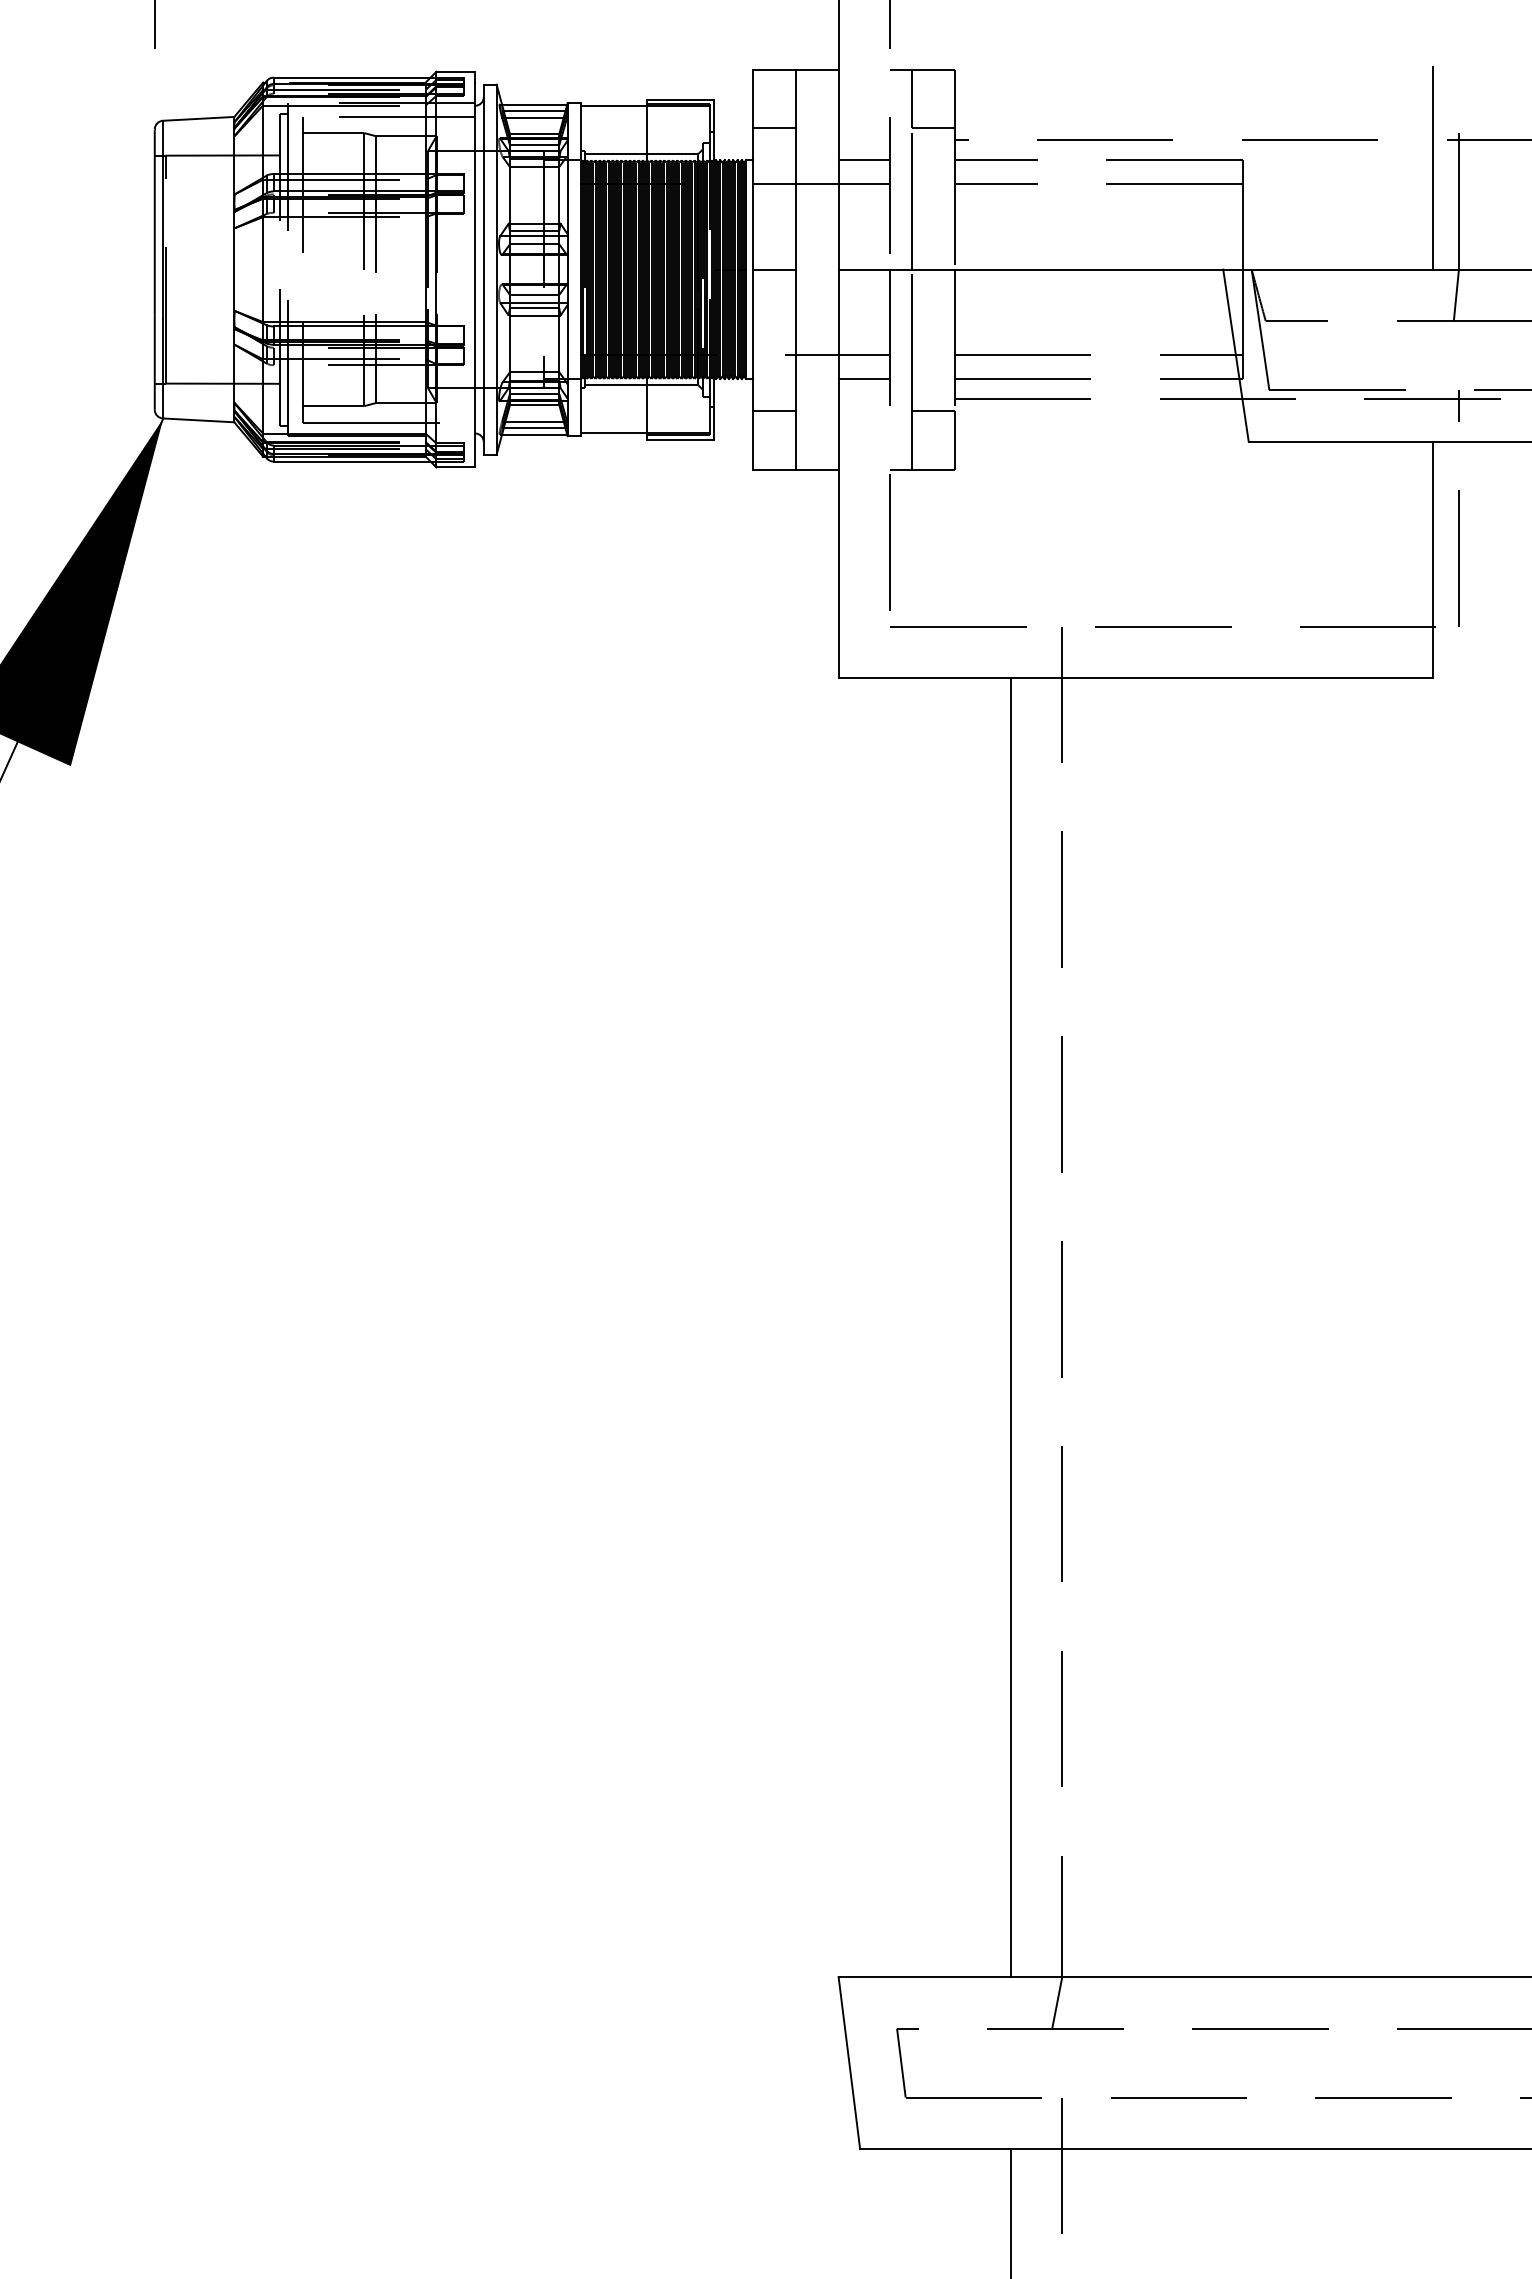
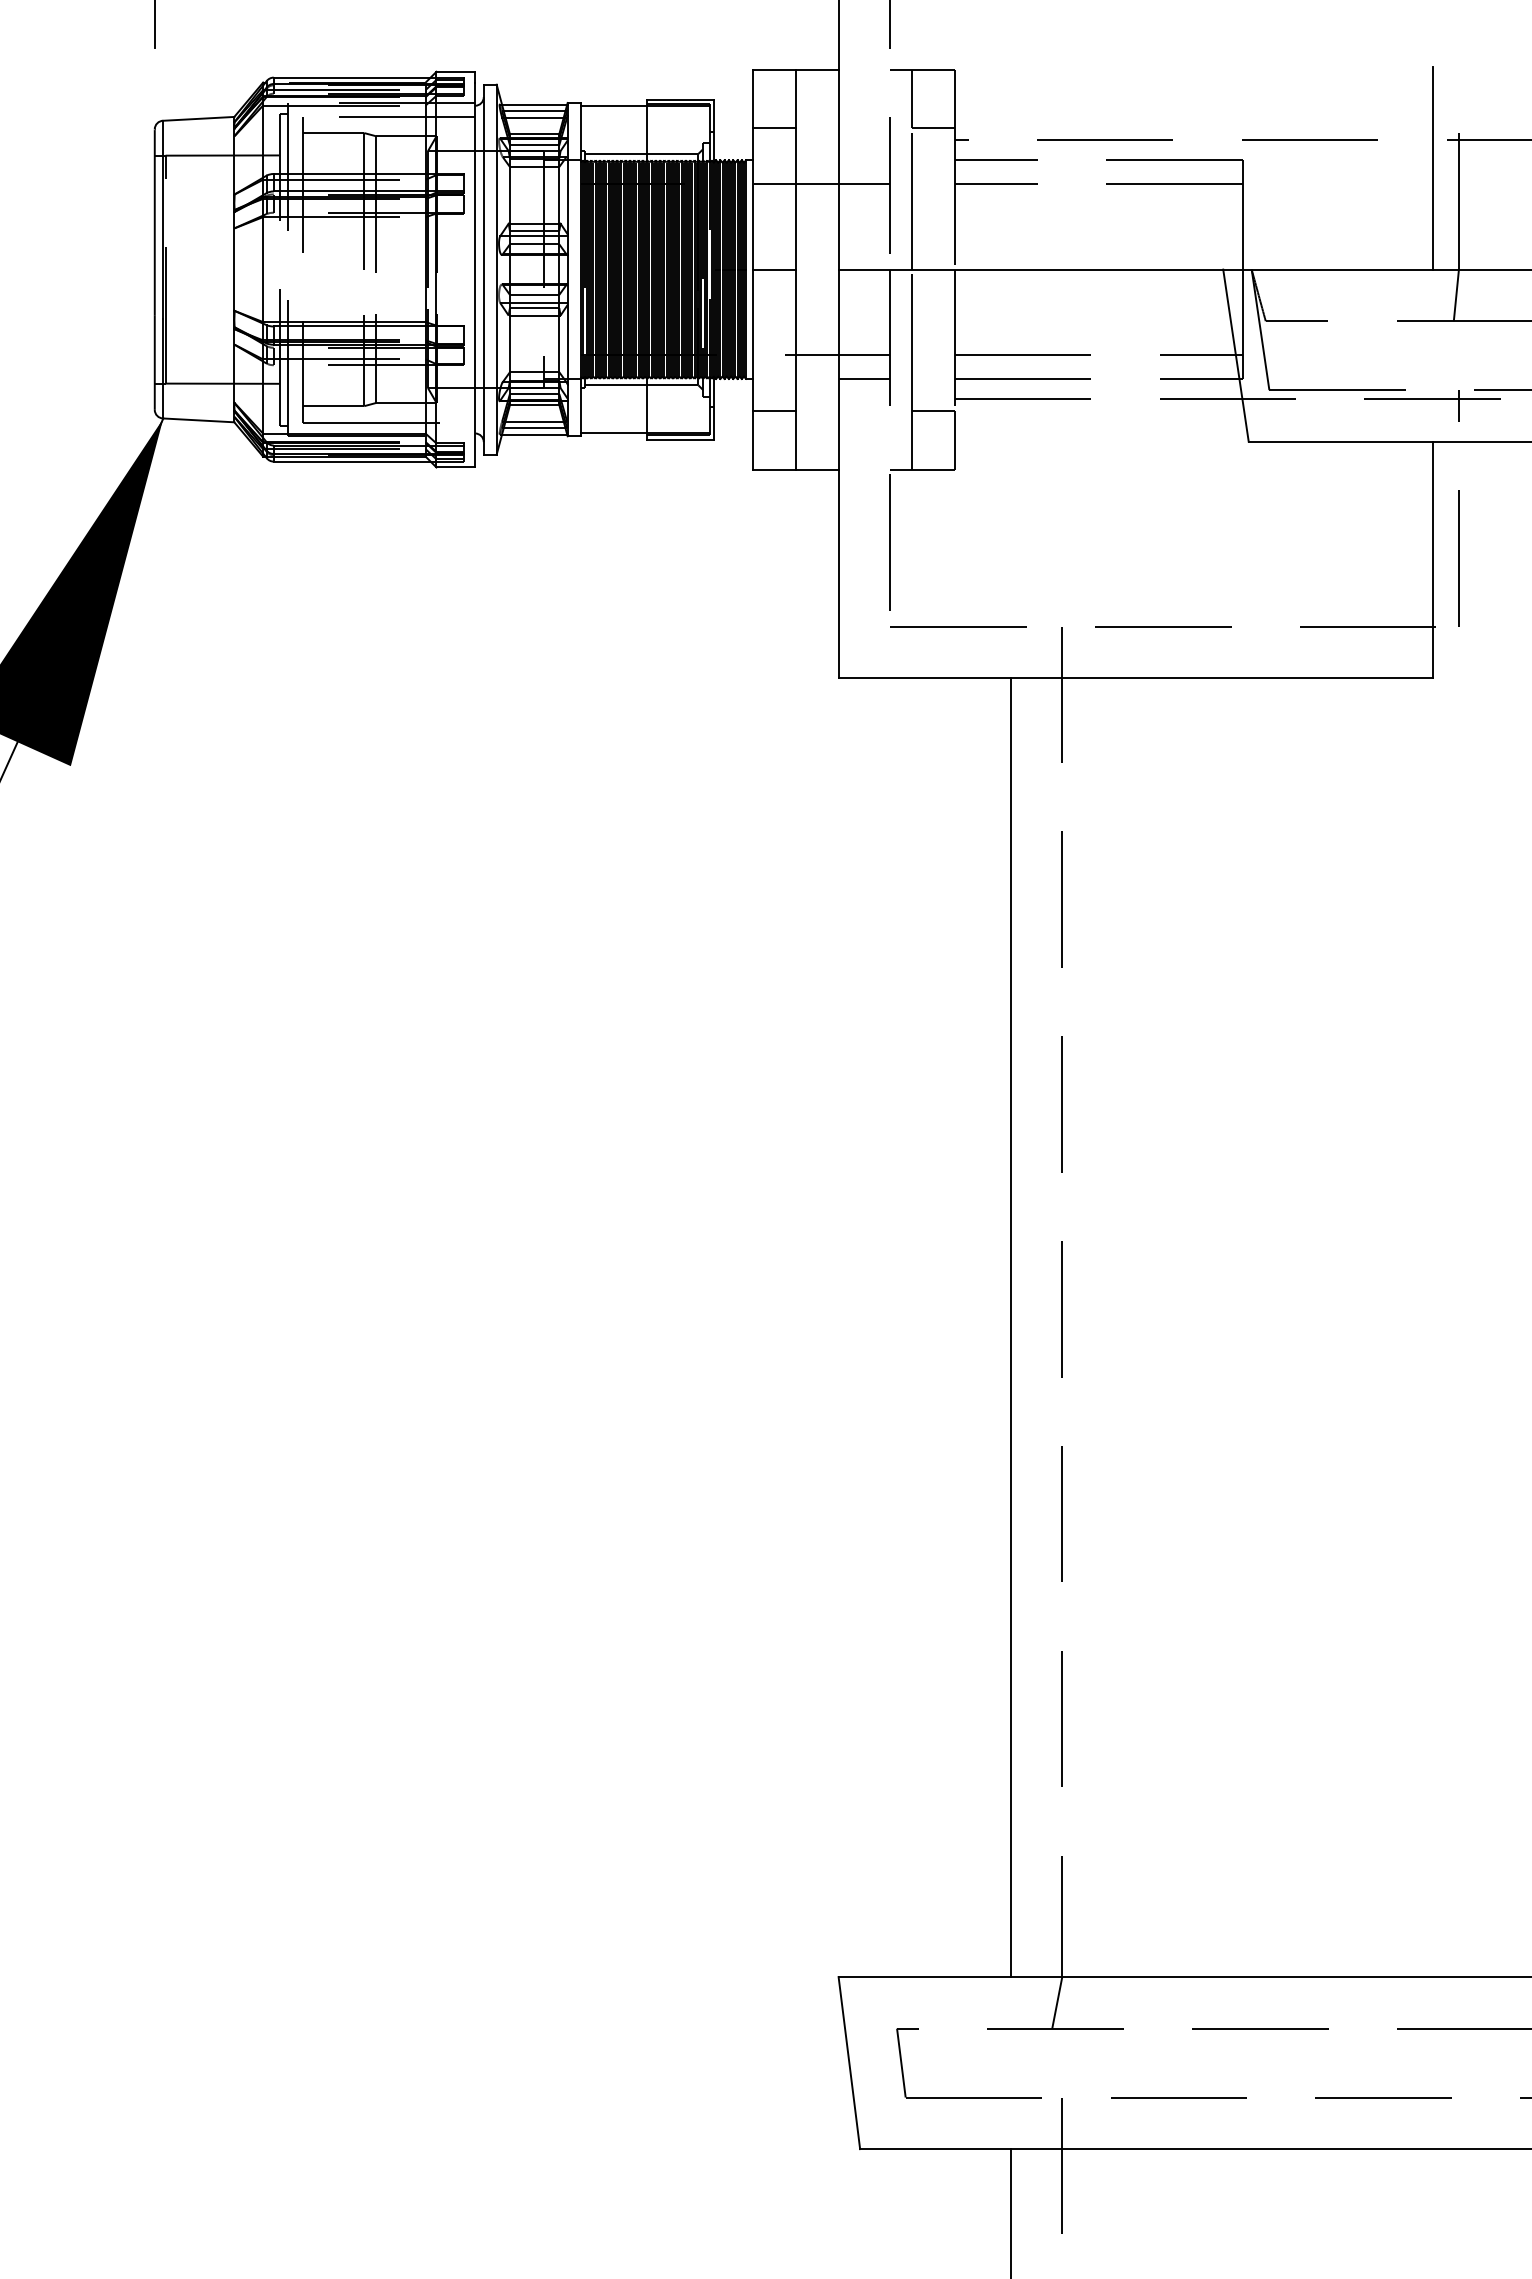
line at (864, 160): present -> none
